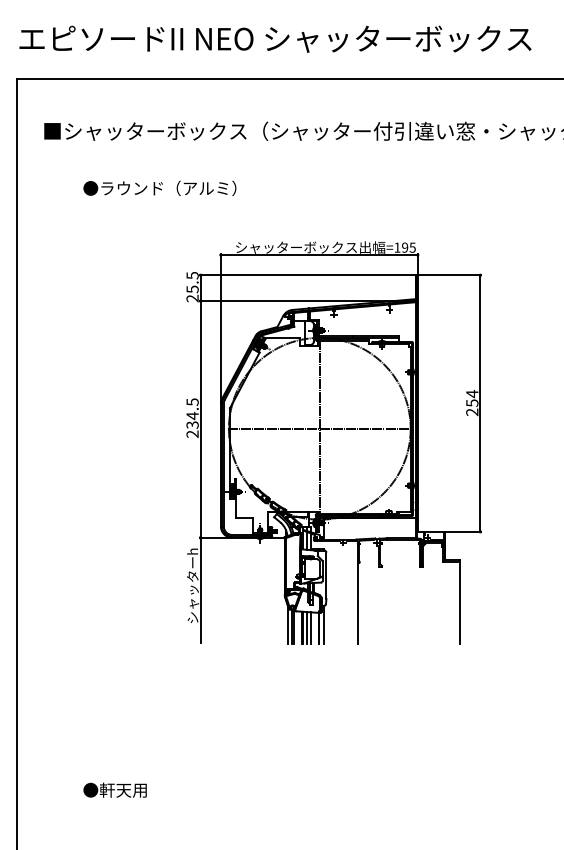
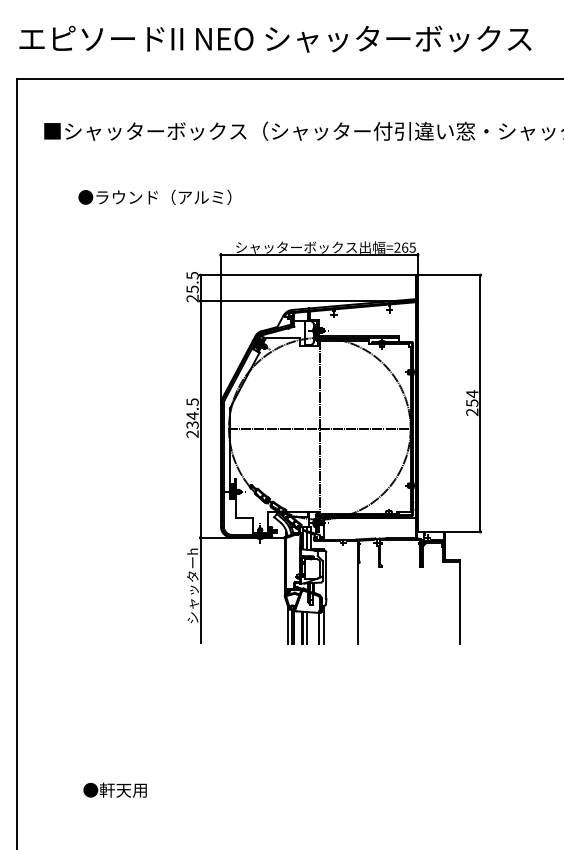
text at (159, 187) position: (159, 187) -> (154, 196)
text at (401, 247): =195 -> =265
line at (311, 627): present -> none
